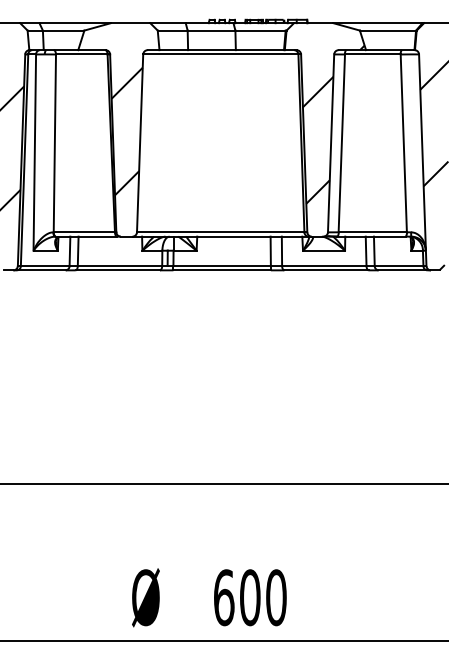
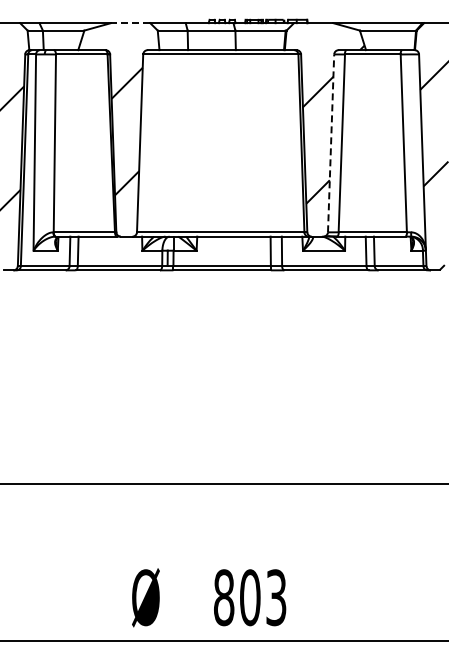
line at (130, 23): solid -> dashed
line at (331, 143): solid -> dashed
text at (250, 597): 600 -> 803
